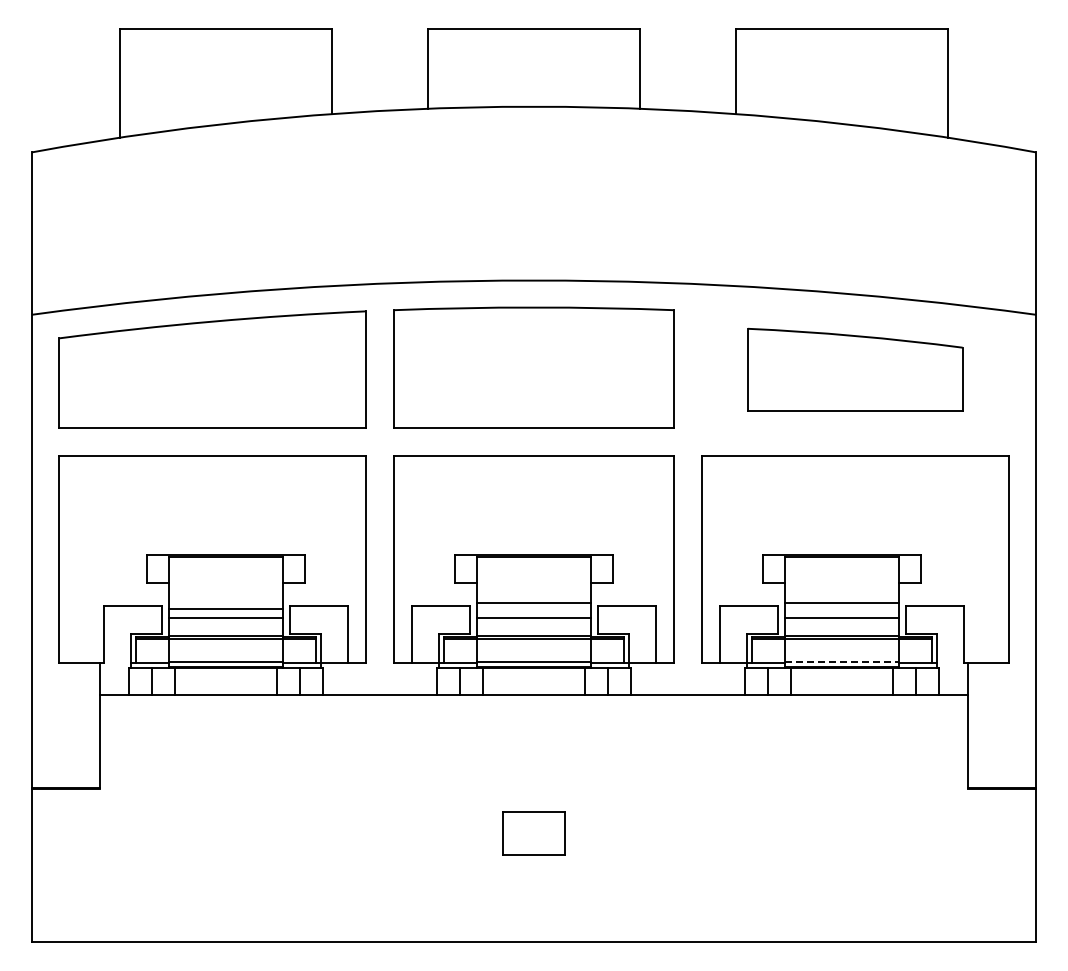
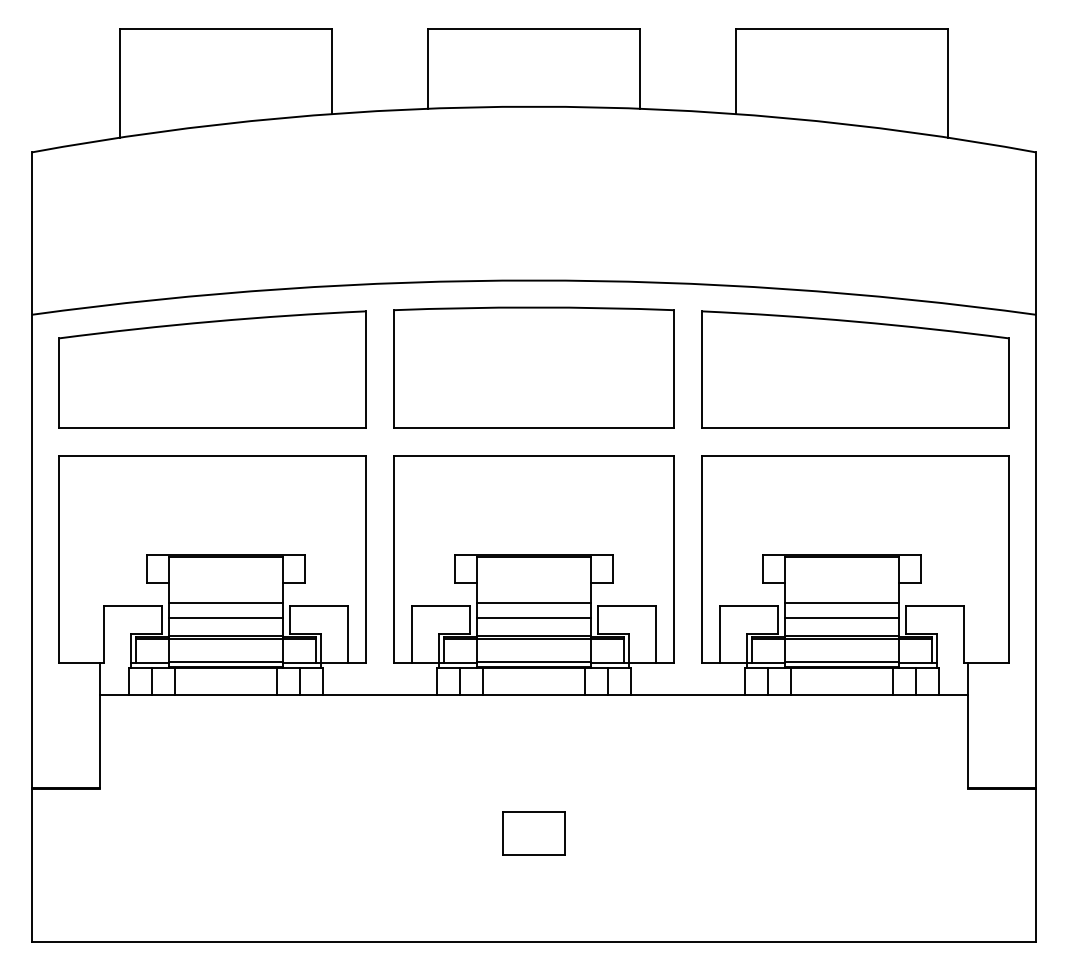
part at (855, 369) size: 217x85 px -> 309x119 px
line at (225, 609) position: (225, 609) -> (225, 603)
line at (842, 662): dashed -> solid
